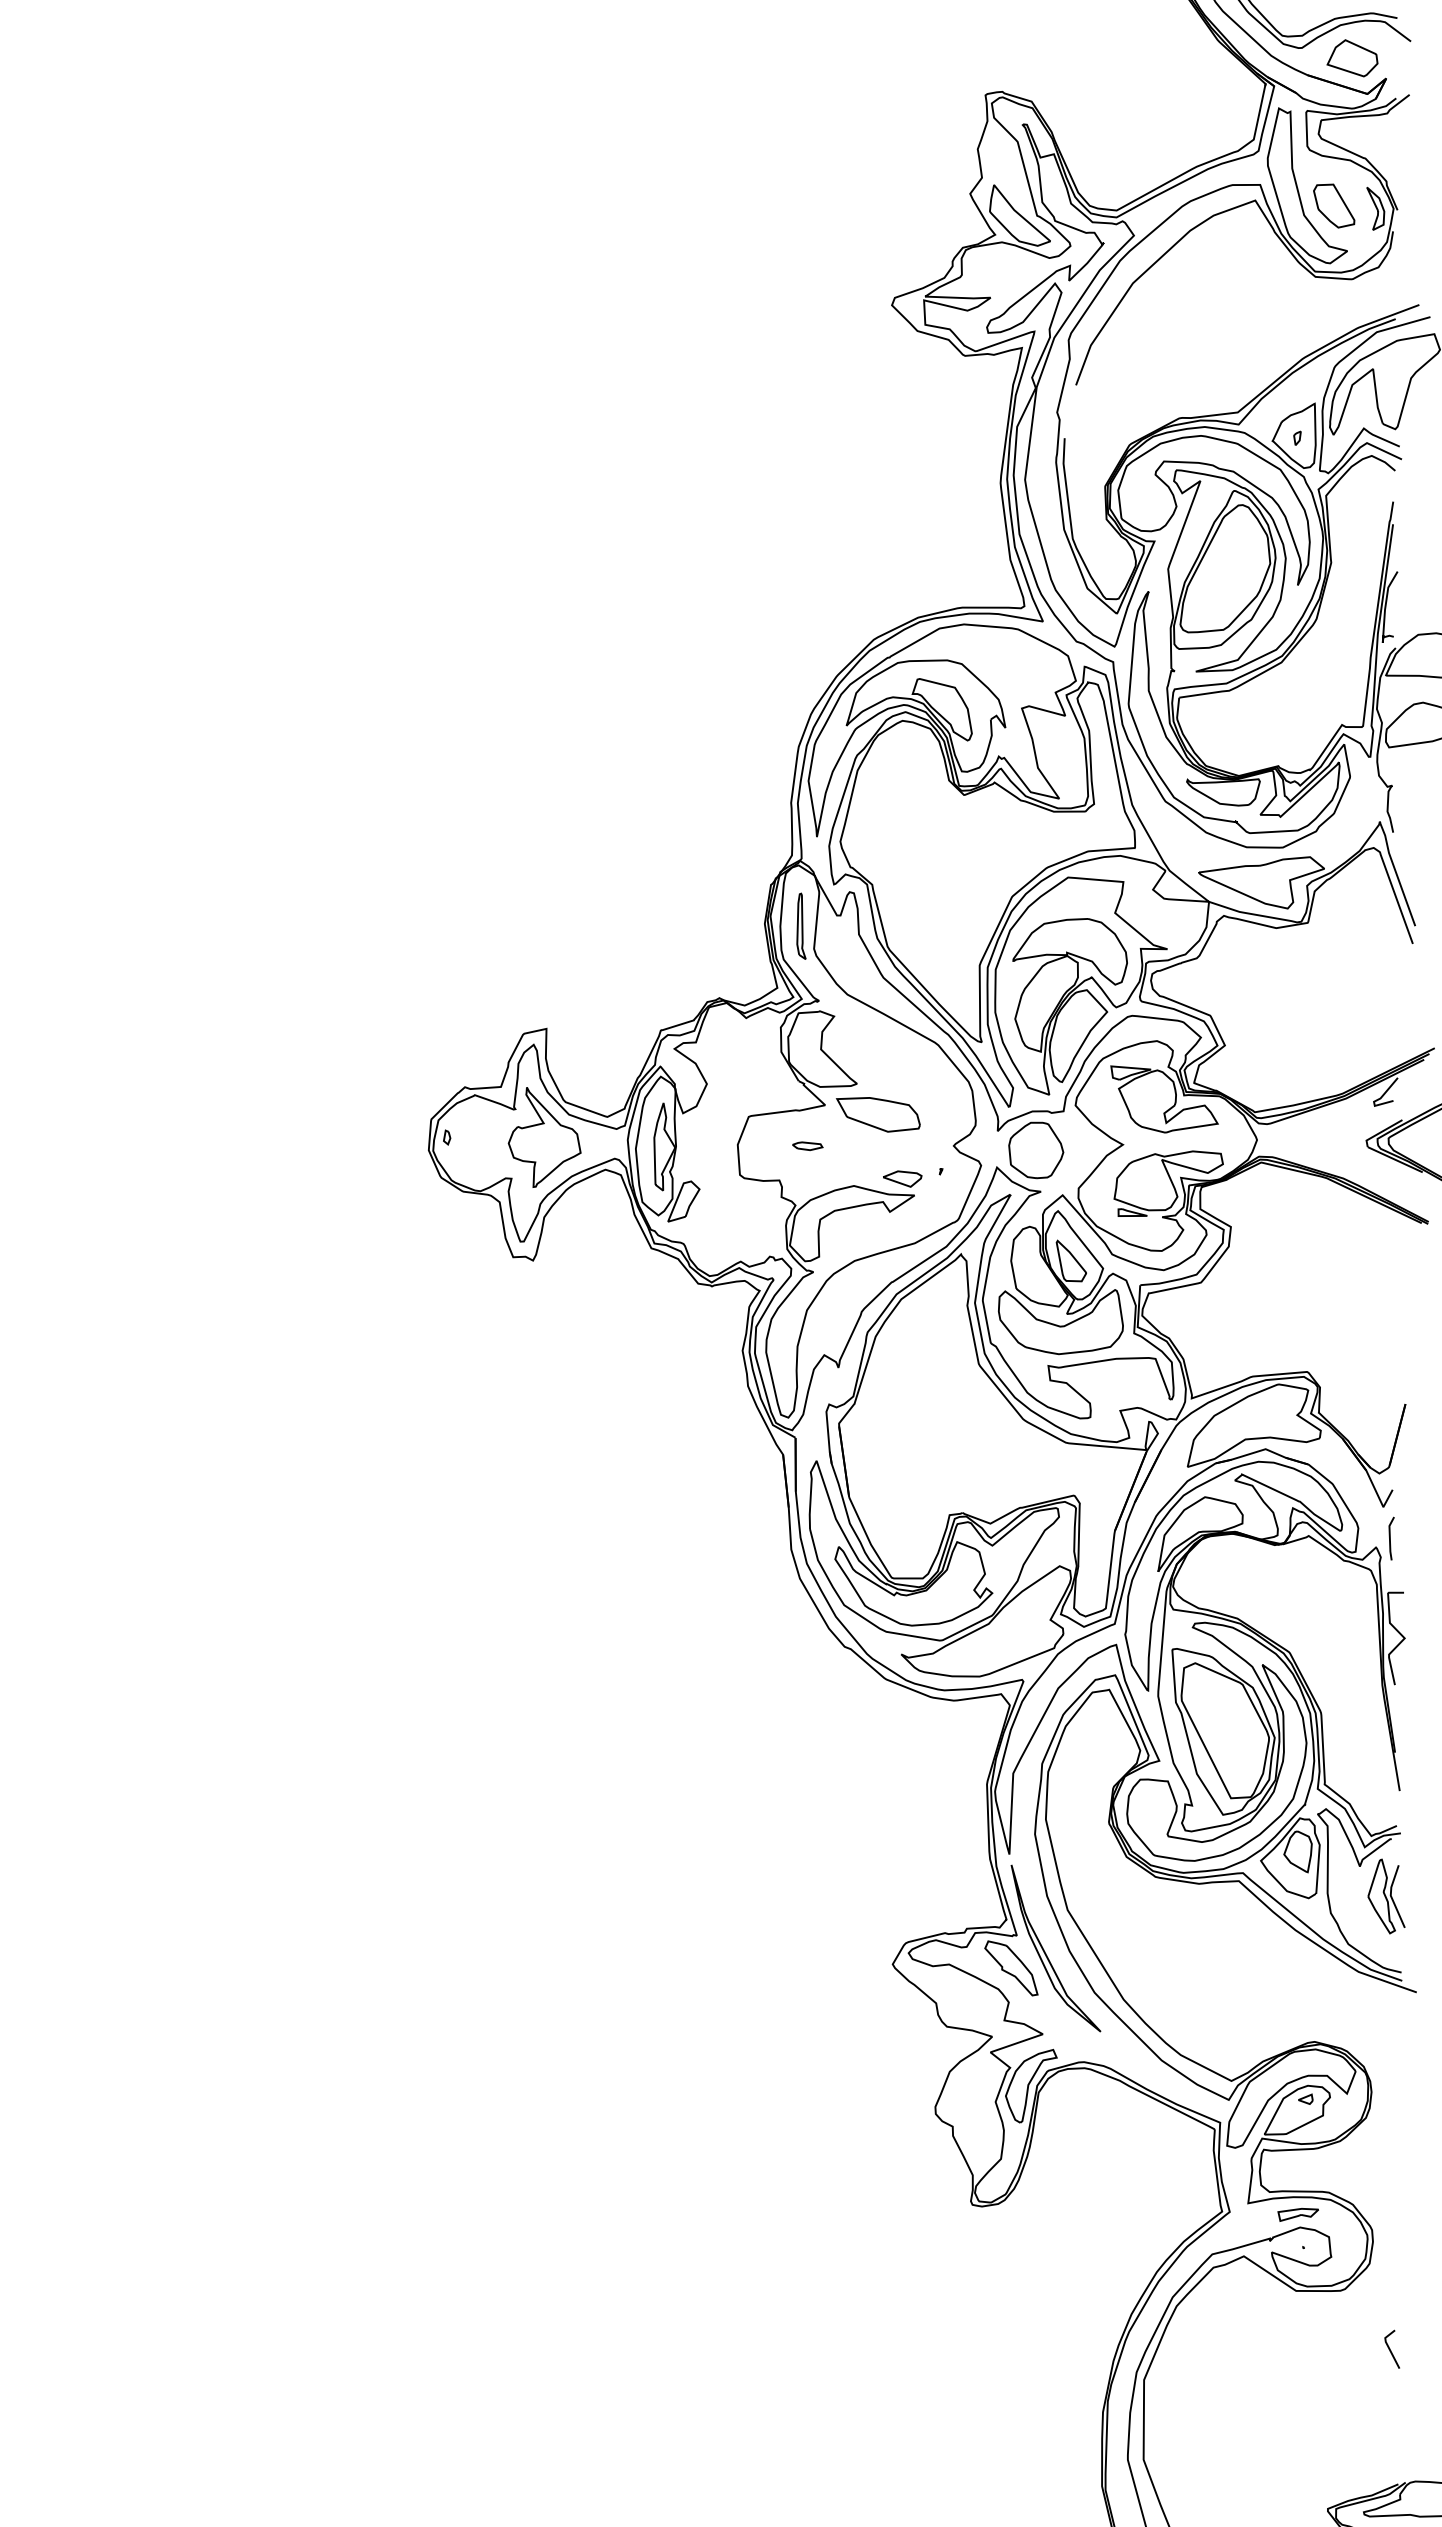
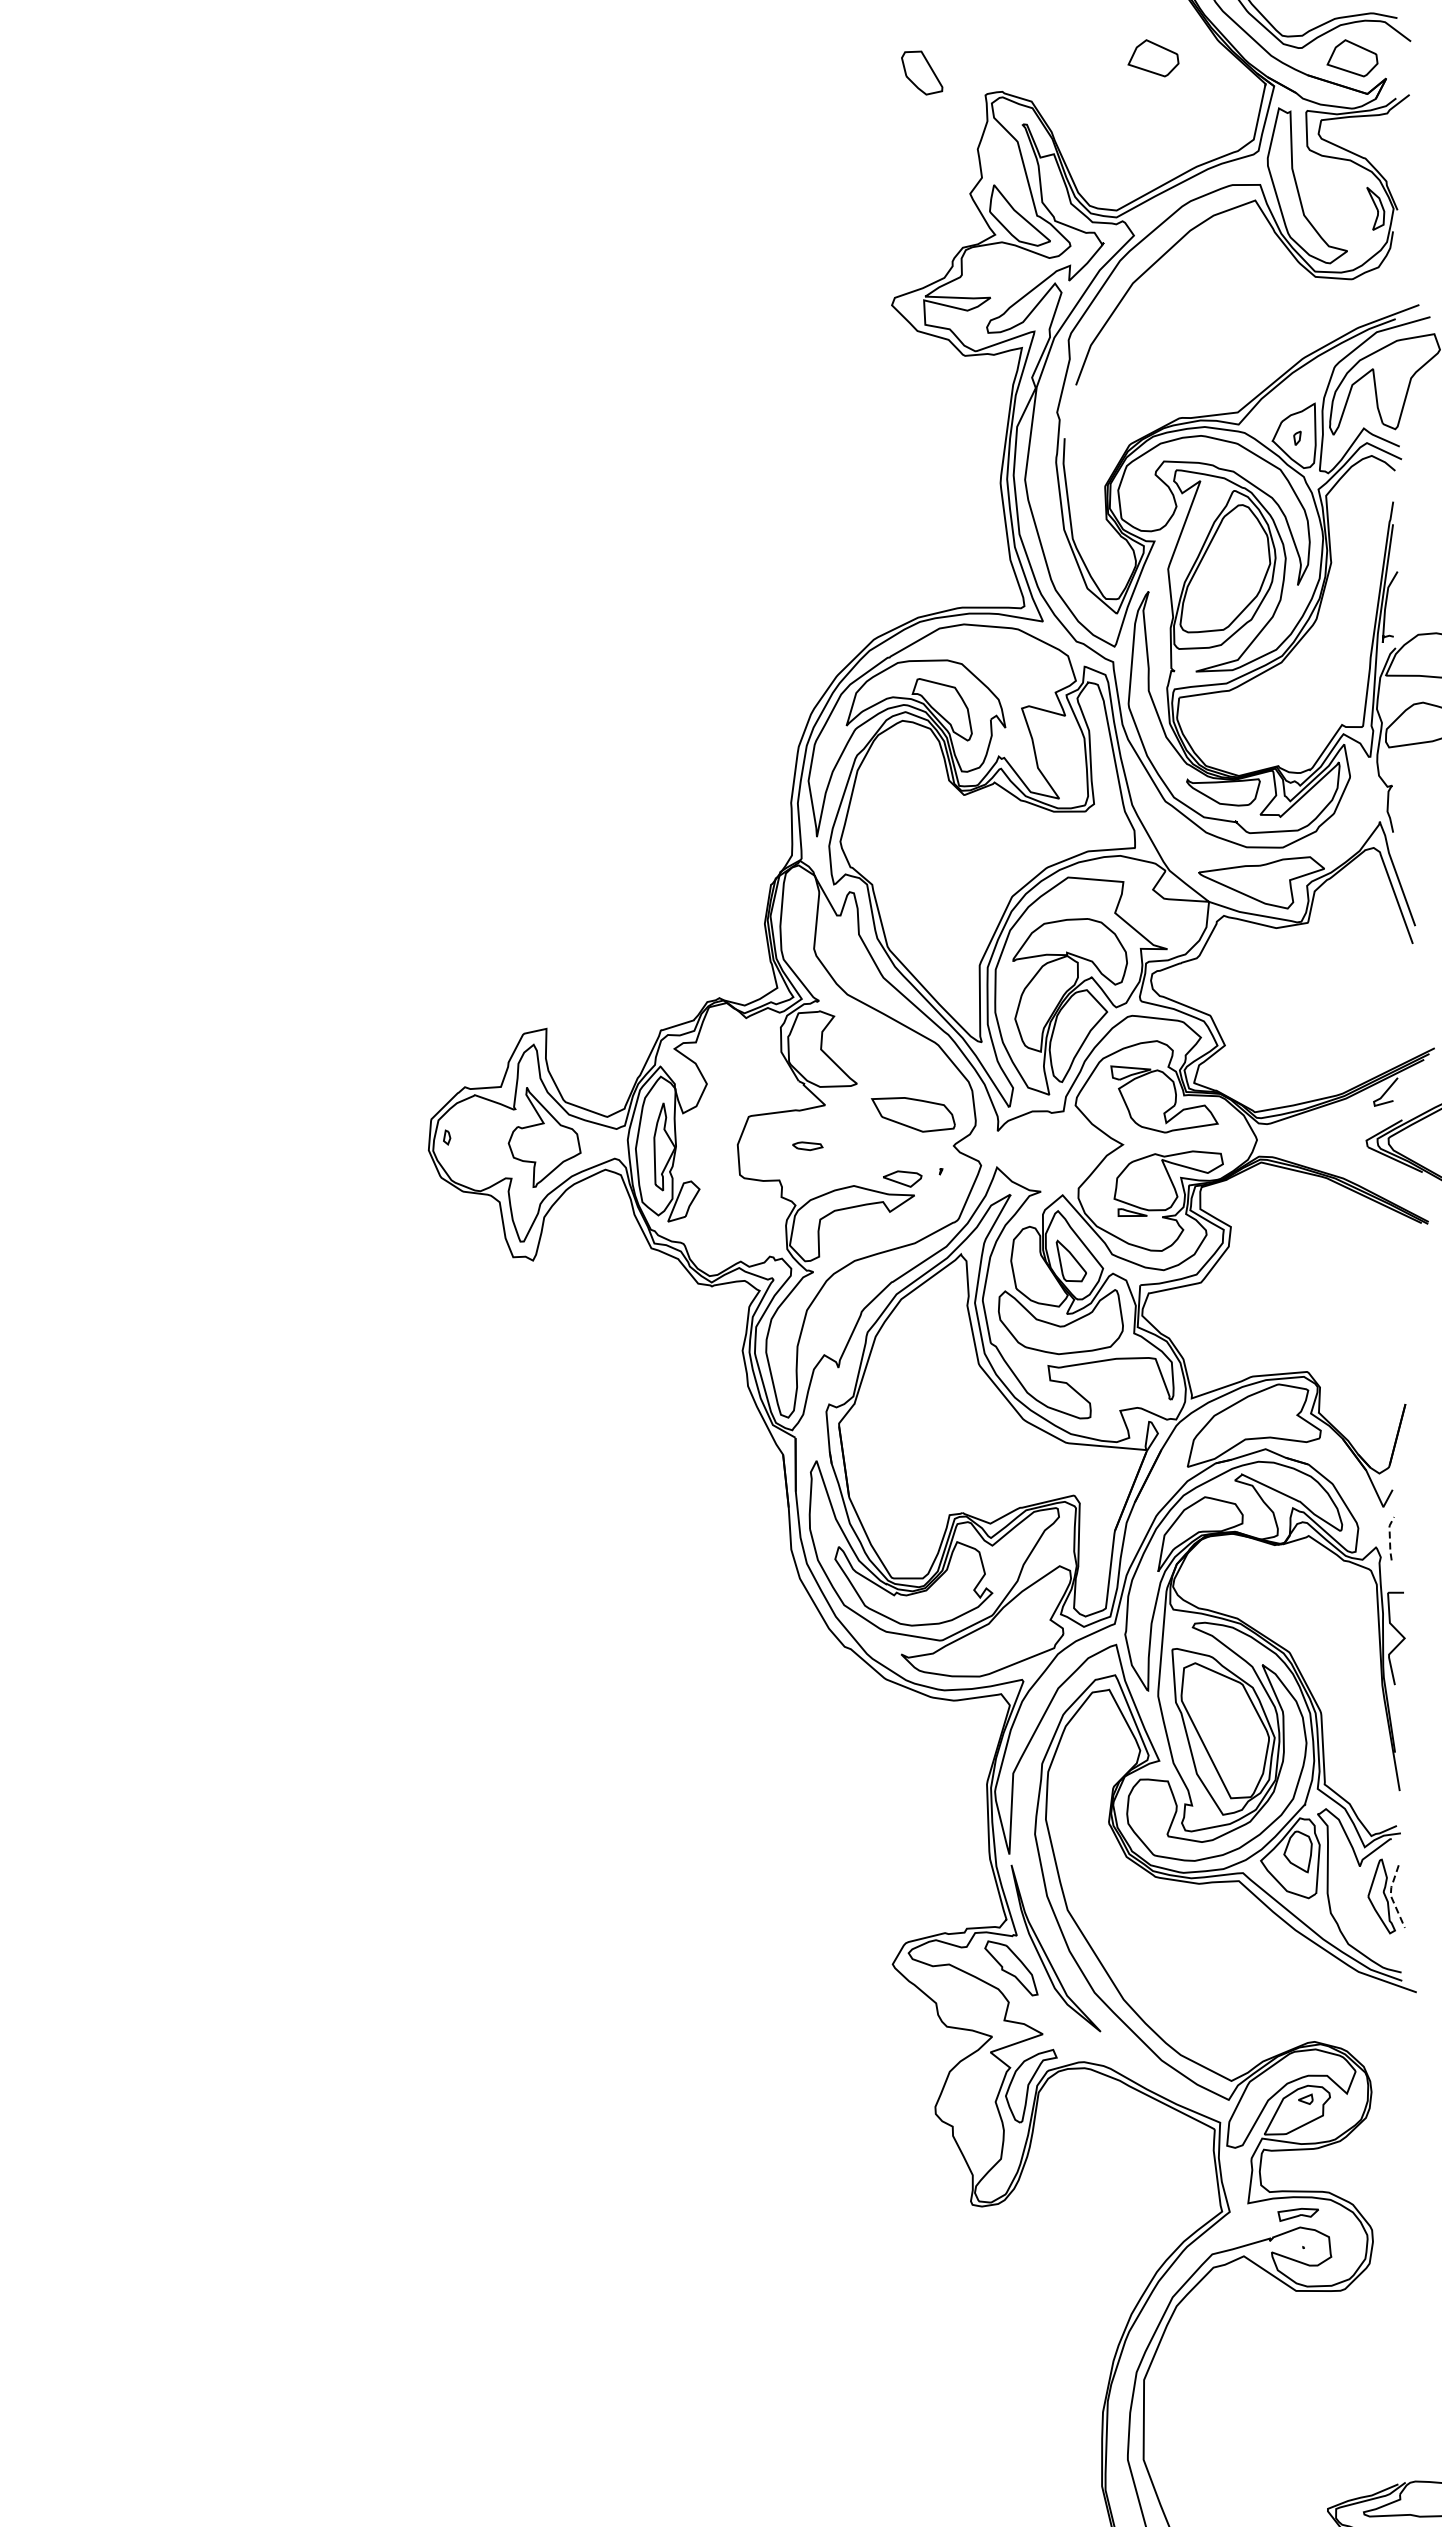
part at (1153, 58): none -> present
part at (1334, 205) position: (1334, 205) -> (922, 72)
part at (801, 925): present -> none
part at (878, 1114) position: (878, 1114) -> (913, 1114)
part at (1036, 1150): present -> none
line at (1389, 1537): solid -> dashed
line at (1391, 1896): solid -> dashed
line at (1390, 2348): present -> none
